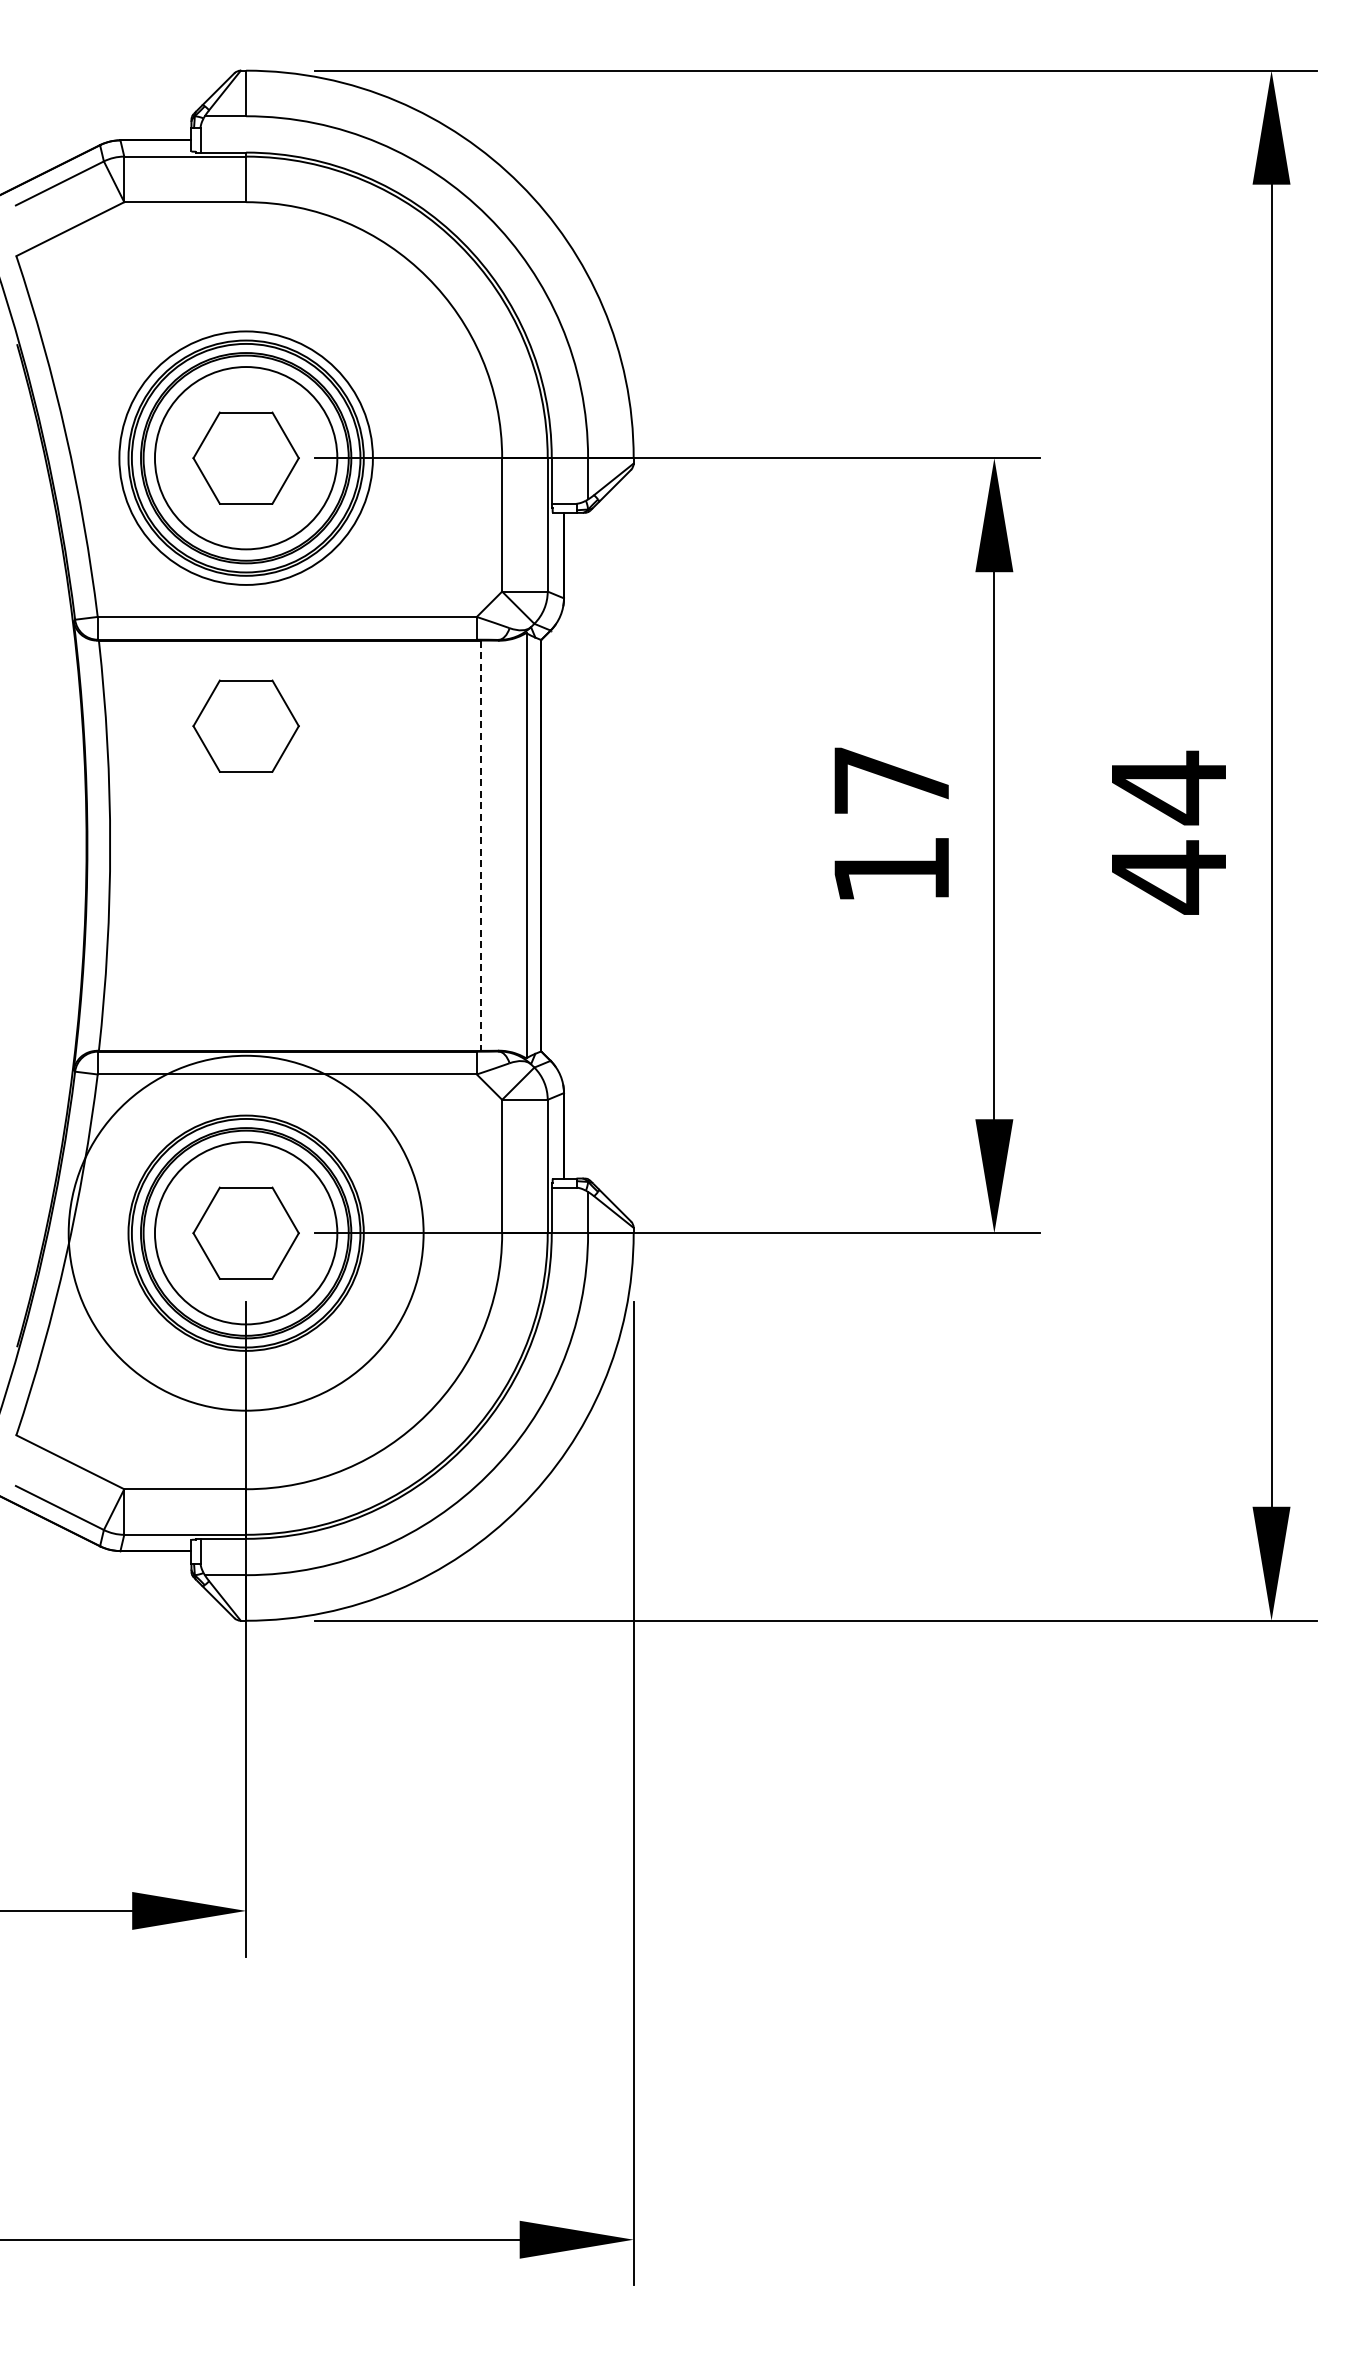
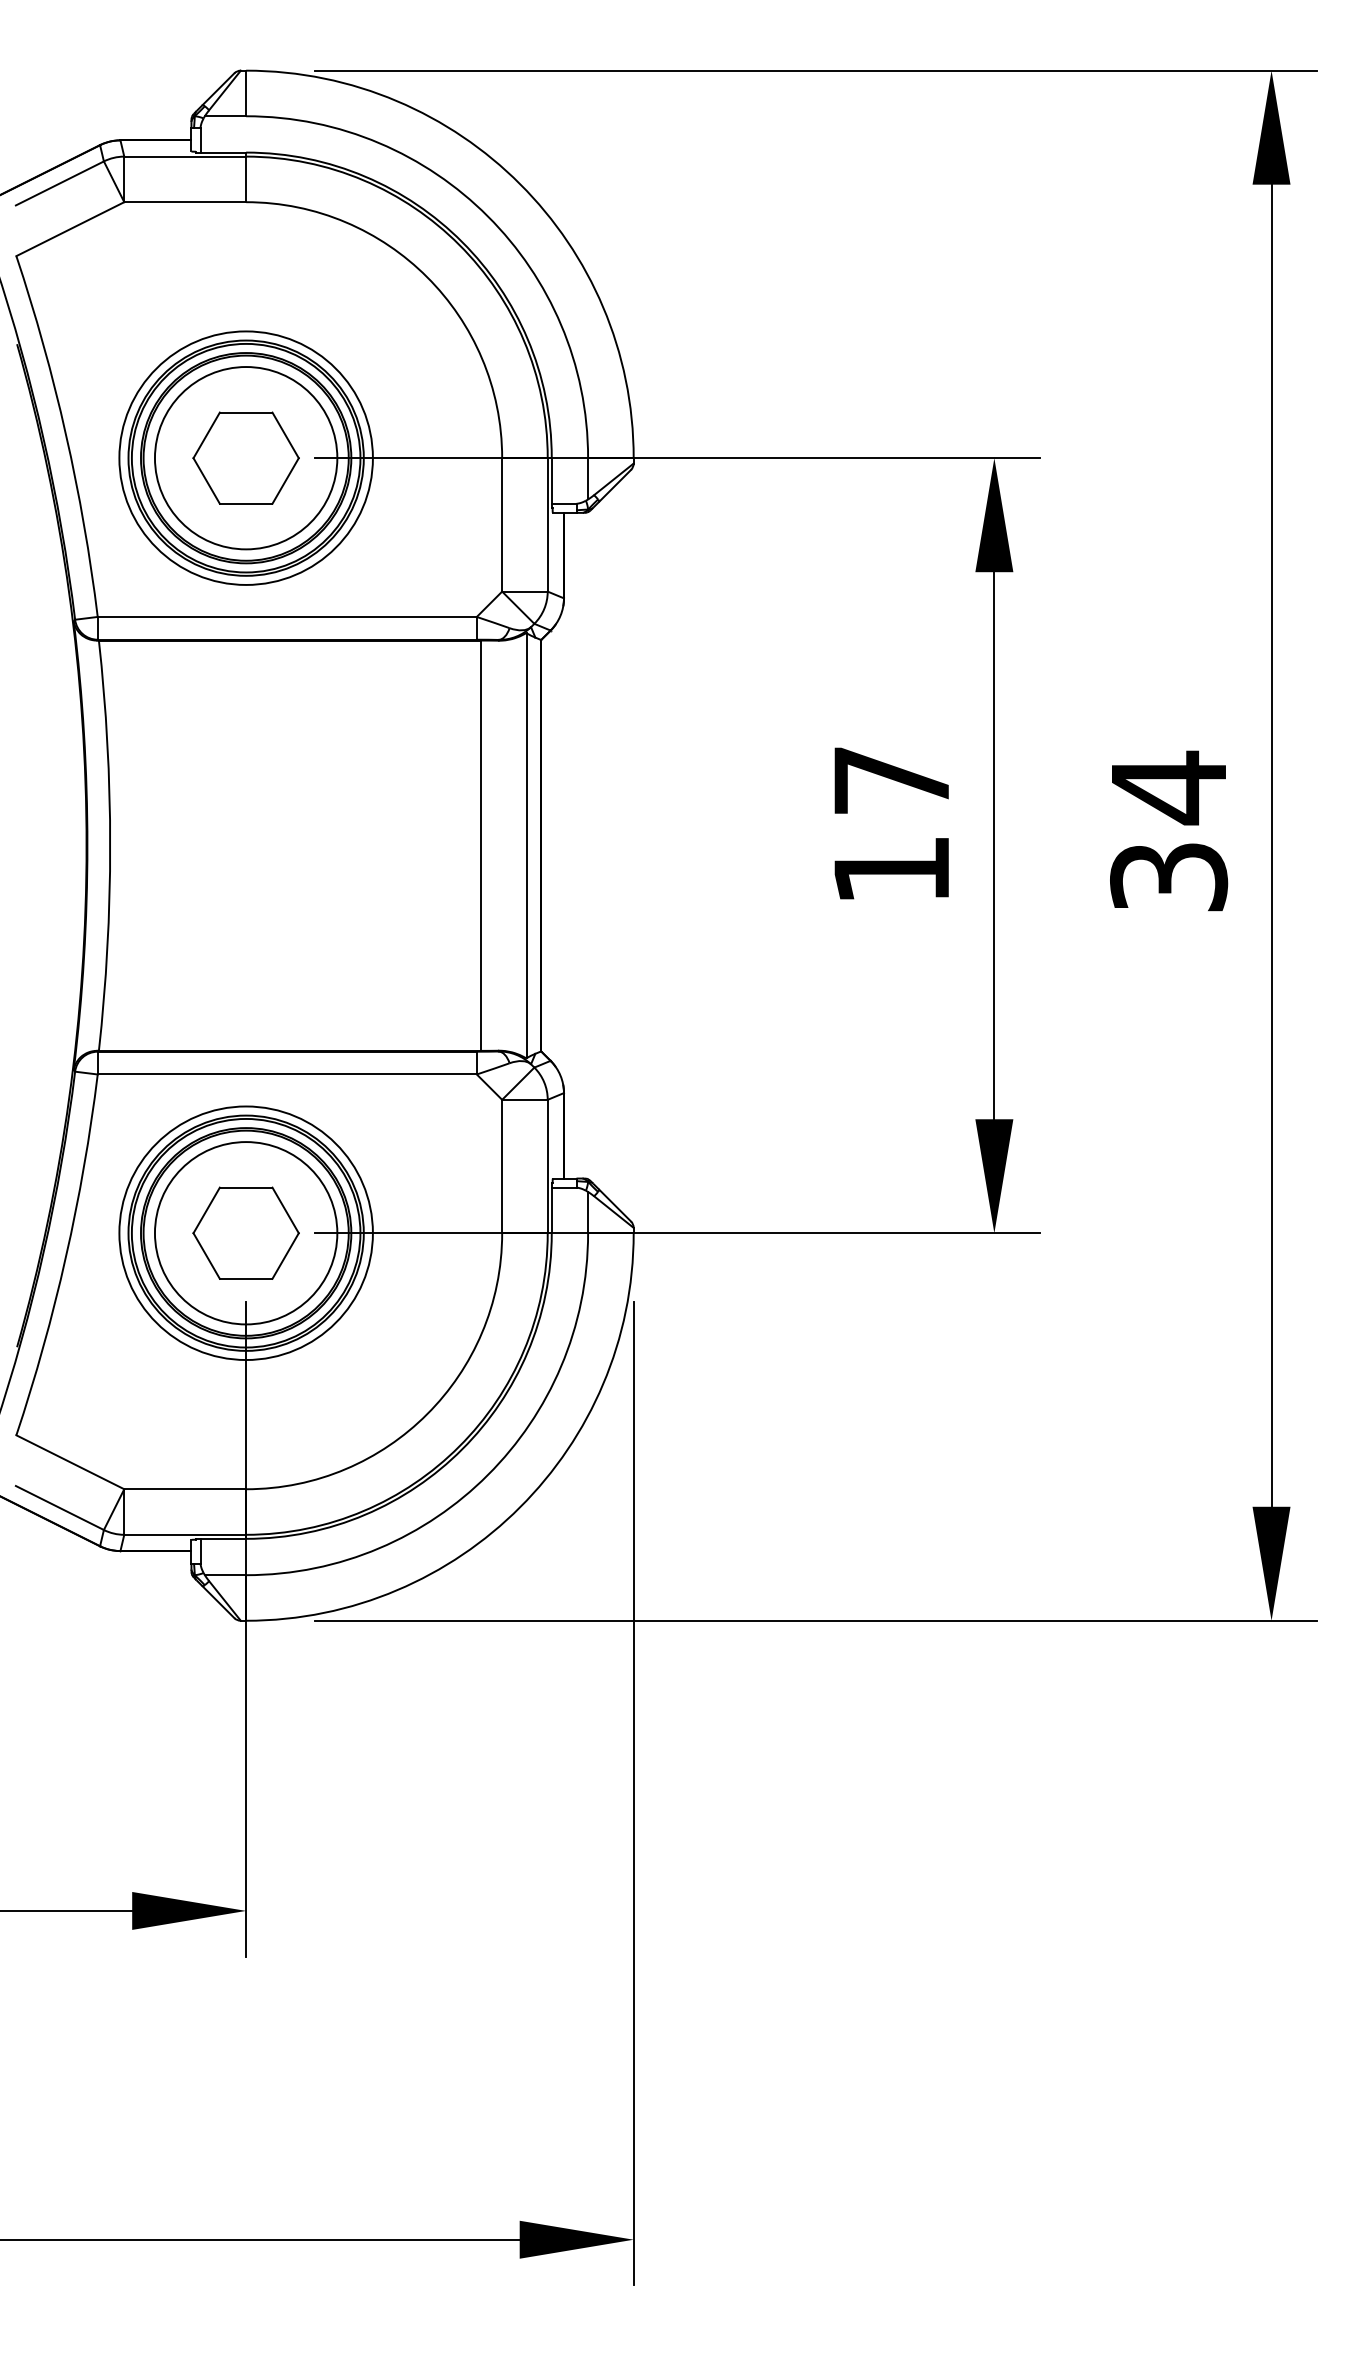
part at (245, 725): present -> none
line at (480, 846): dashed -> solid
text at (1169, 877): 44 -> 34
circle at (245, 1232) diameter: 355 px -> 254 px
